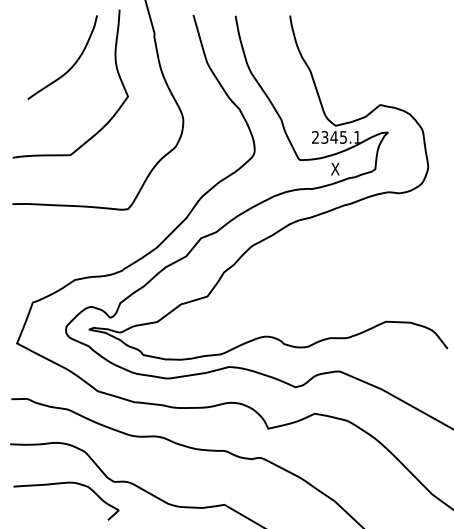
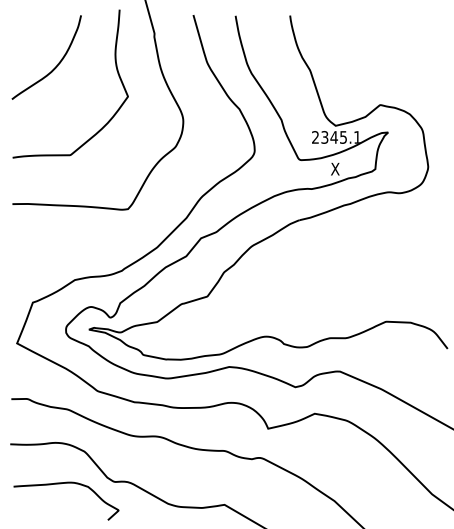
curve at (71, 66) position: (71, 66) -> (55, 66)
